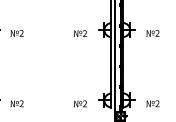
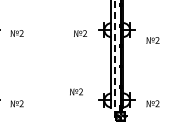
text at (152, 33) position: (152, 33) -> (152, 40)
line at (115, 60): solid -> dashed
text at (80, 103) position: (80, 103) -> (76, 91)
